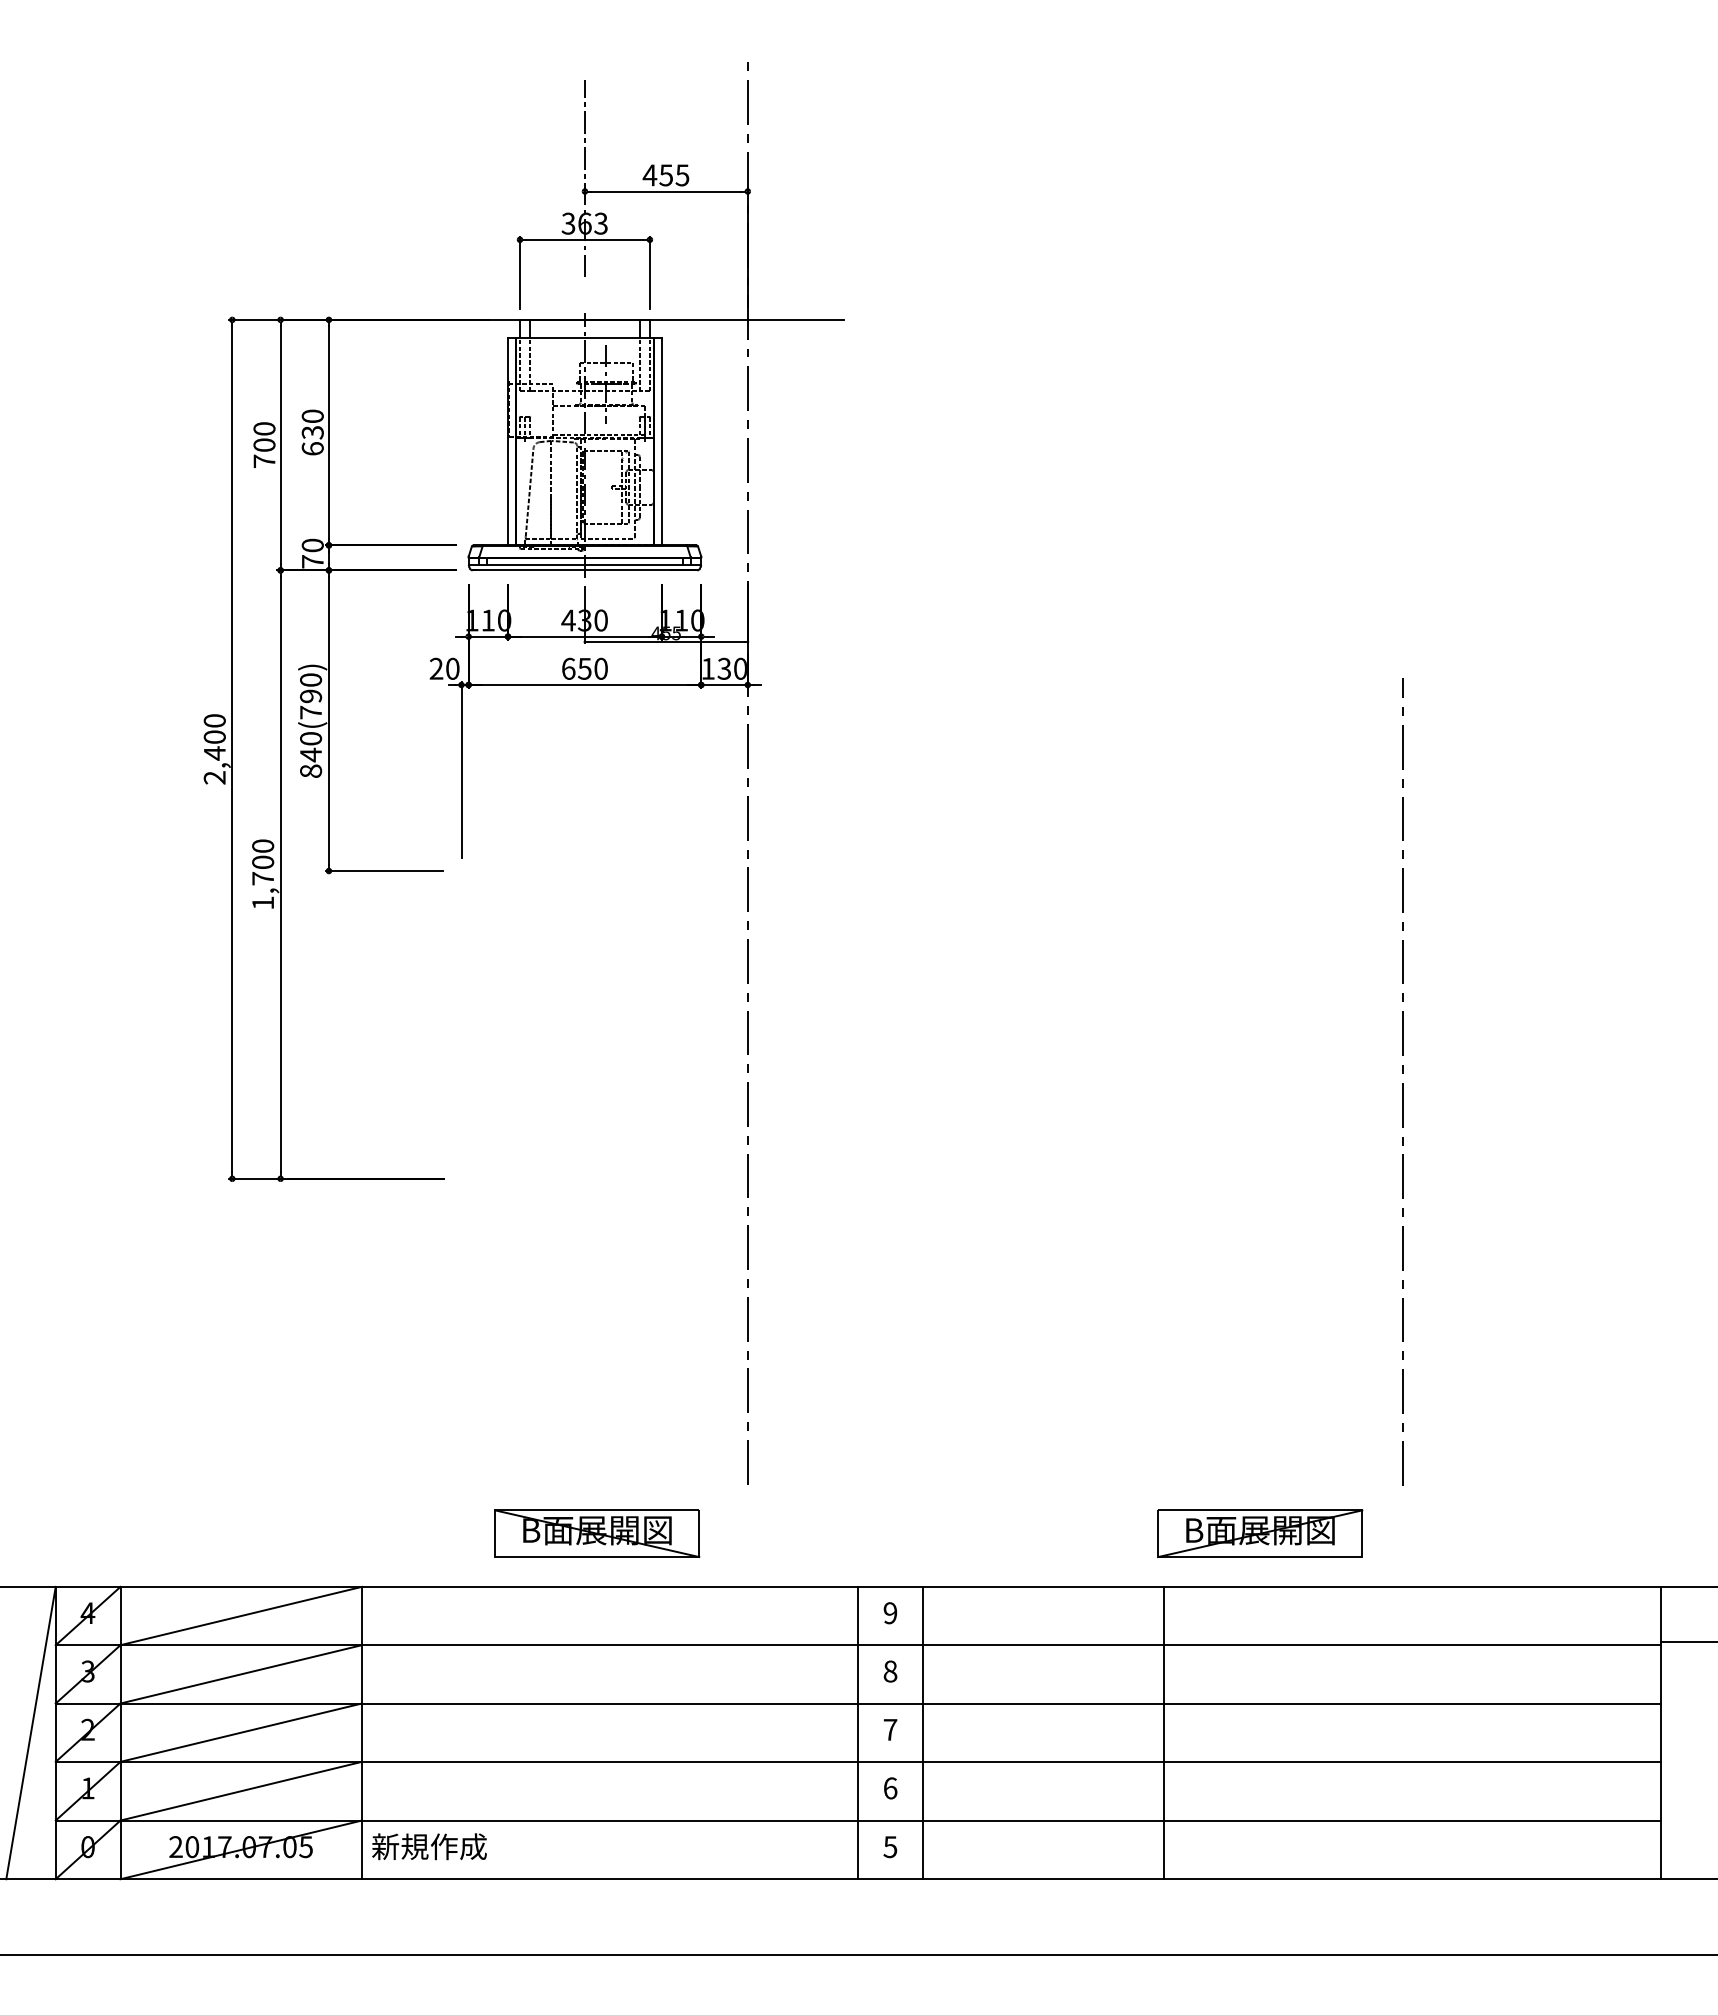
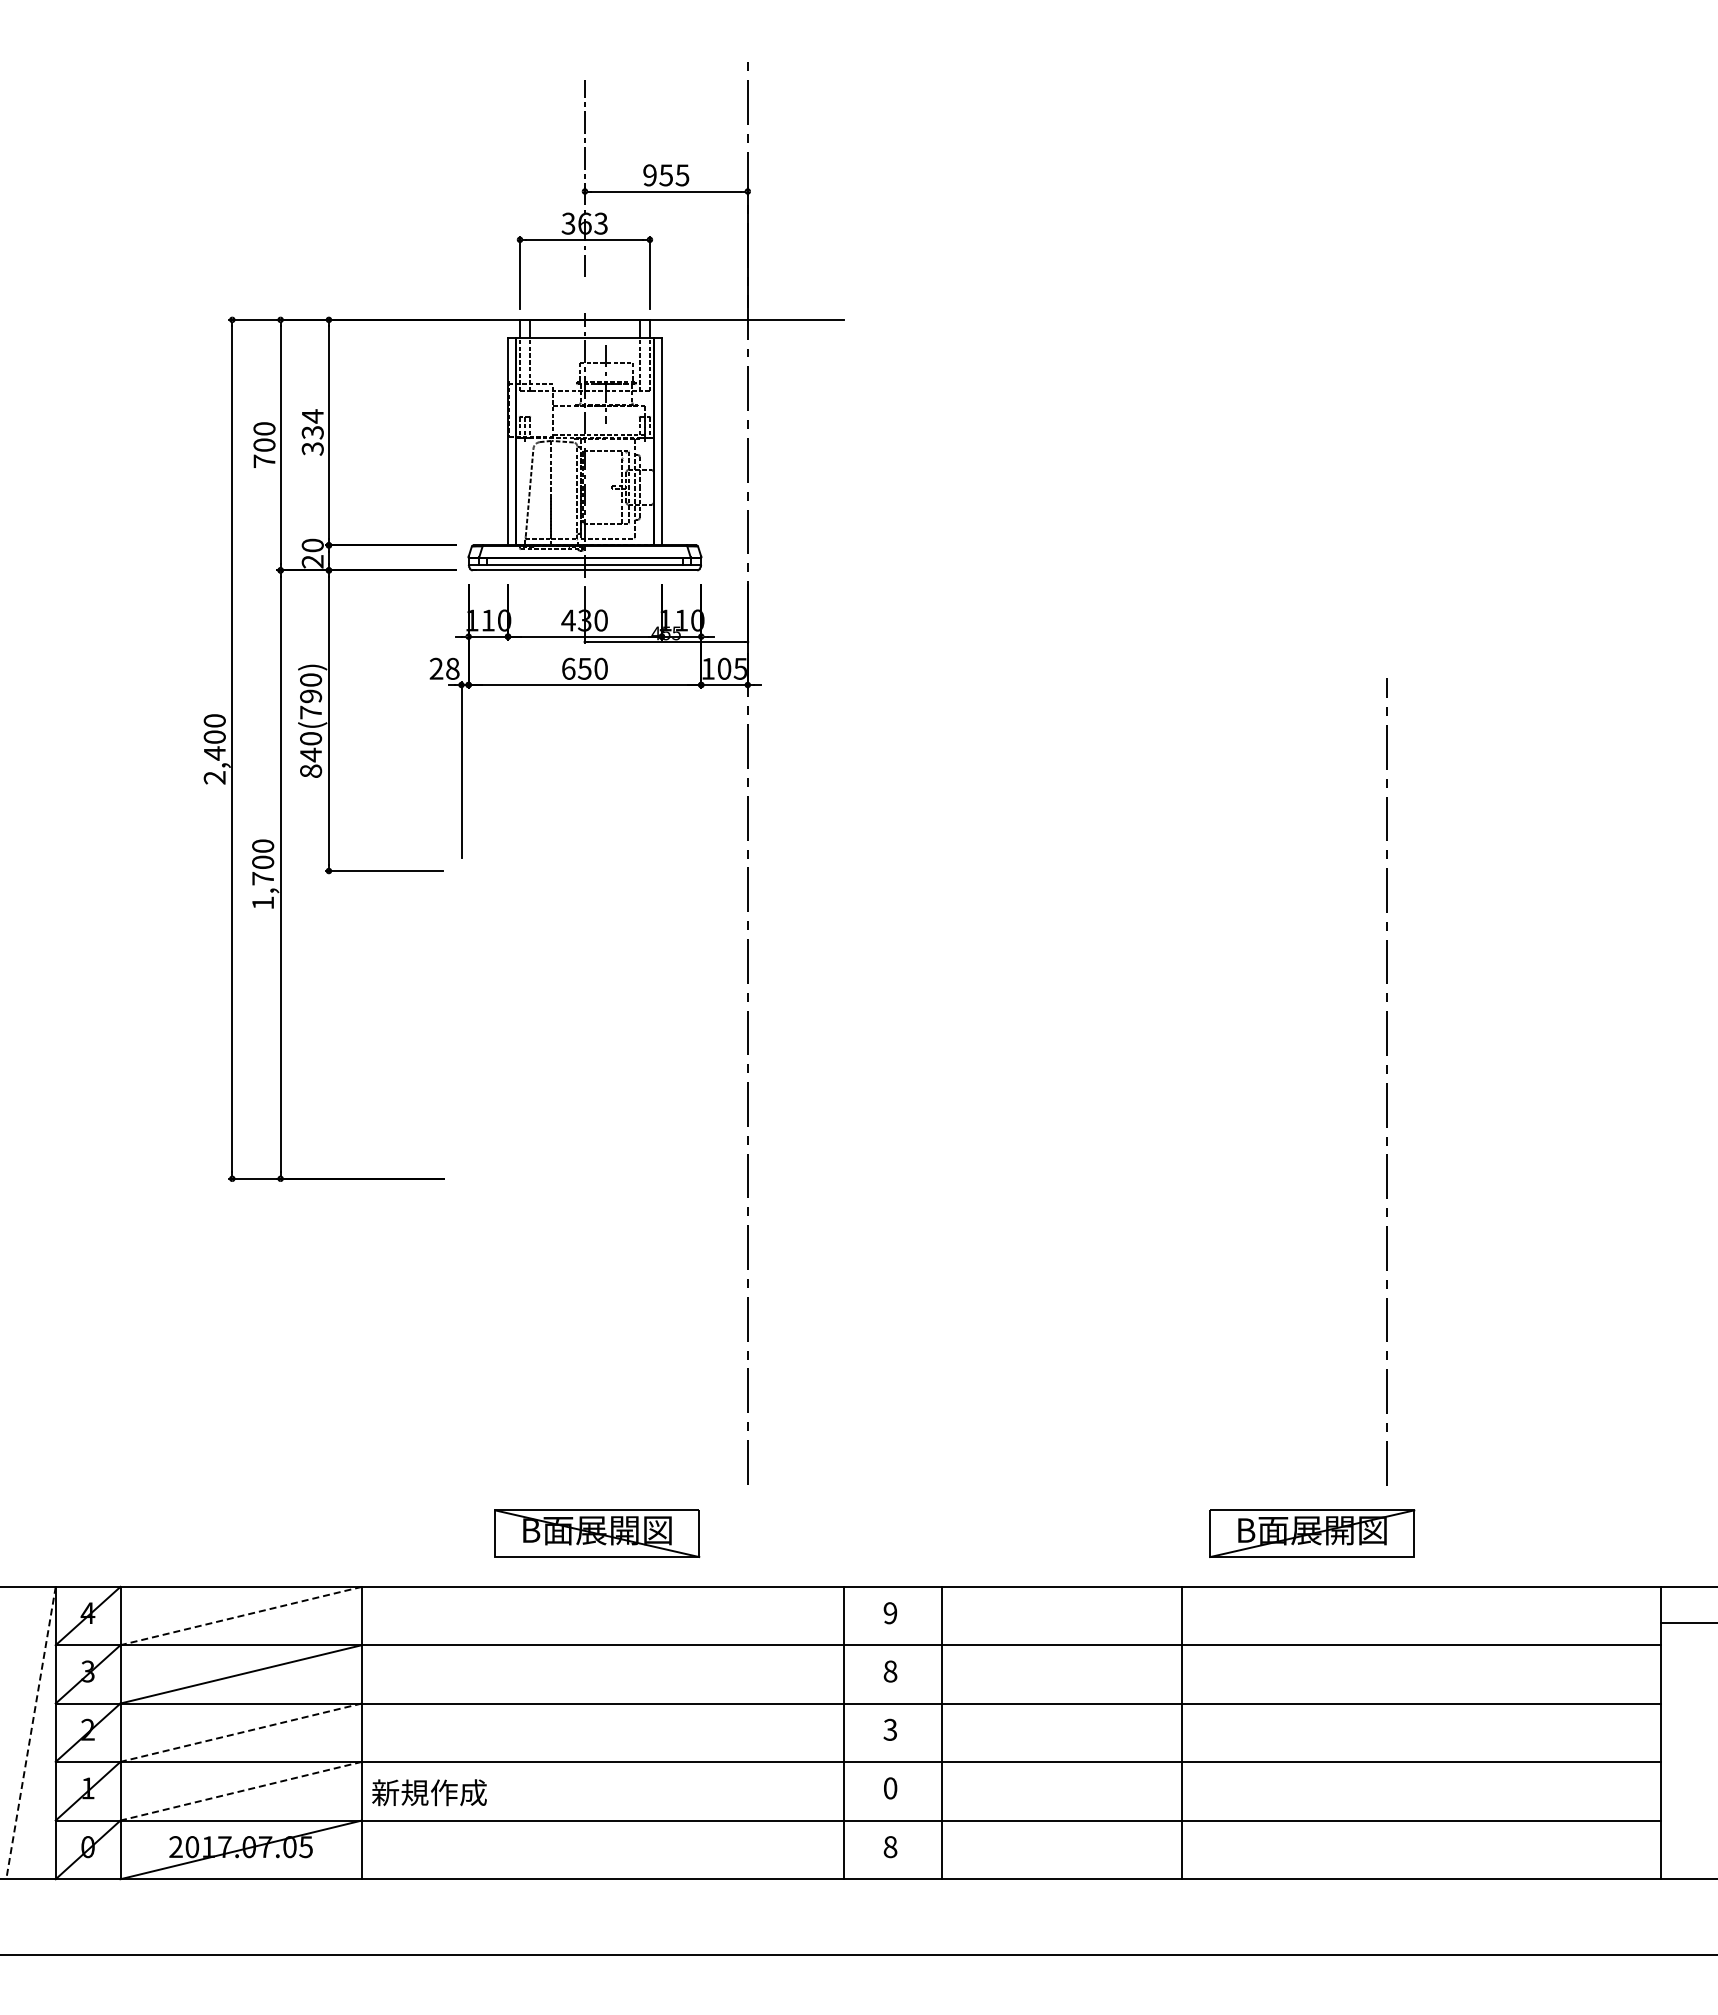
text at (649, 175): 455 -> 955
text at (312, 432): 630 -> 334
text at (312, 561): 70 -> 20
text at (452, 668): 20 -> 28
text at (731, 668): 130 -> 105
line at (1402, 1083) position: (1402, 1083) -> (1386, 1083)
part at (1260, 1533) position: (1260, 1533) -> (1312, 1533)
line at (240, 1616): solid -> dashed
line at (1687, 1642) position: (1687, 1642) -> (1687, 1623)
text at (890, 1729): 7 -> 3
line at (240, 1732): solid -> dashed
line at (858, 1732) position: (858, 1732) -> (844, 1732)
line at (922, 1732) position: (922, 1732) -> (941, 1732)
line at (1164, 1732) position: (1164, 1732) -> (1182, 1732)
line at (30, 1733): solid -> dashed
text at (890, 1788): 6 -> 0
line at (240, 1791): solid -> dashed
text at (429, 1846) position: (429, 1846) -> (429, 1792)
text at (890, 1846): 5 -> 8
